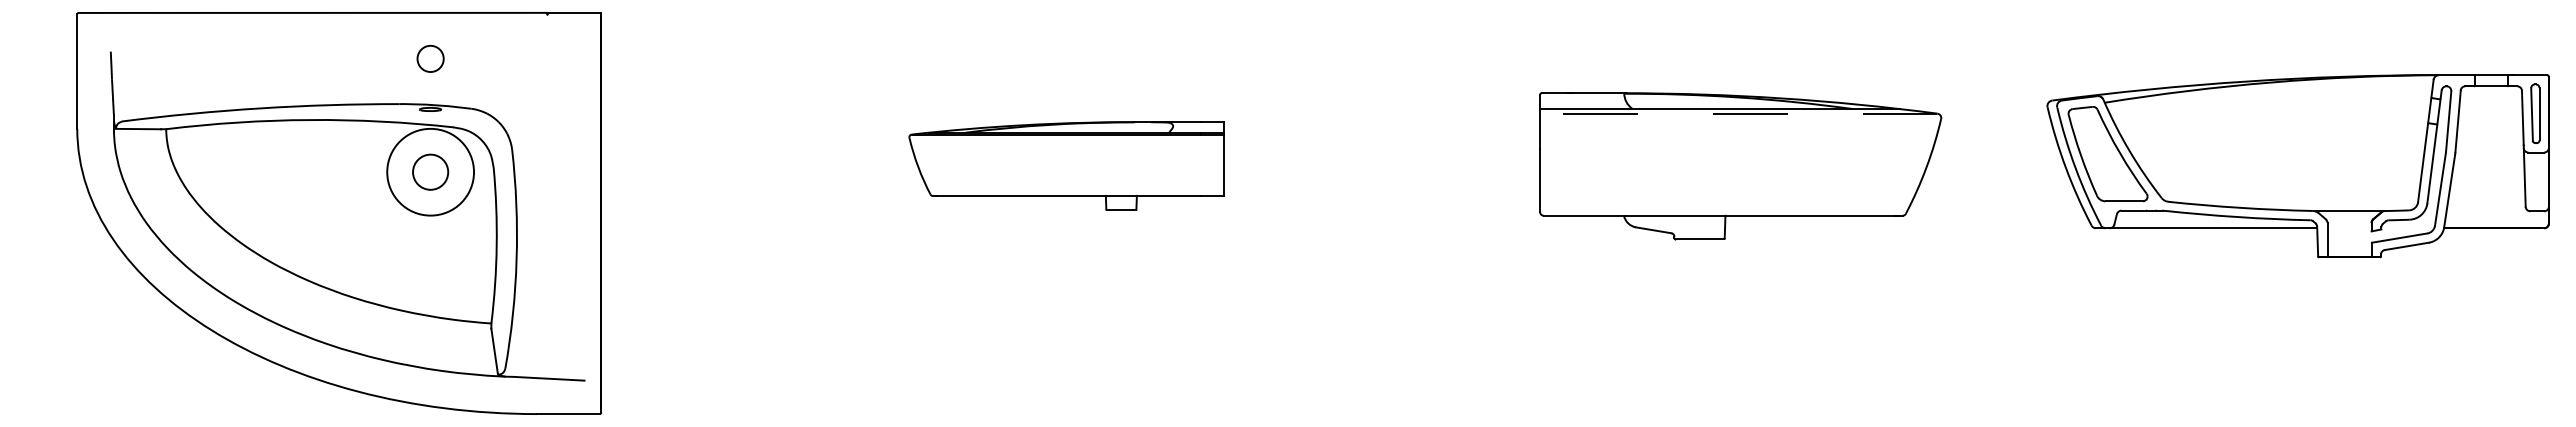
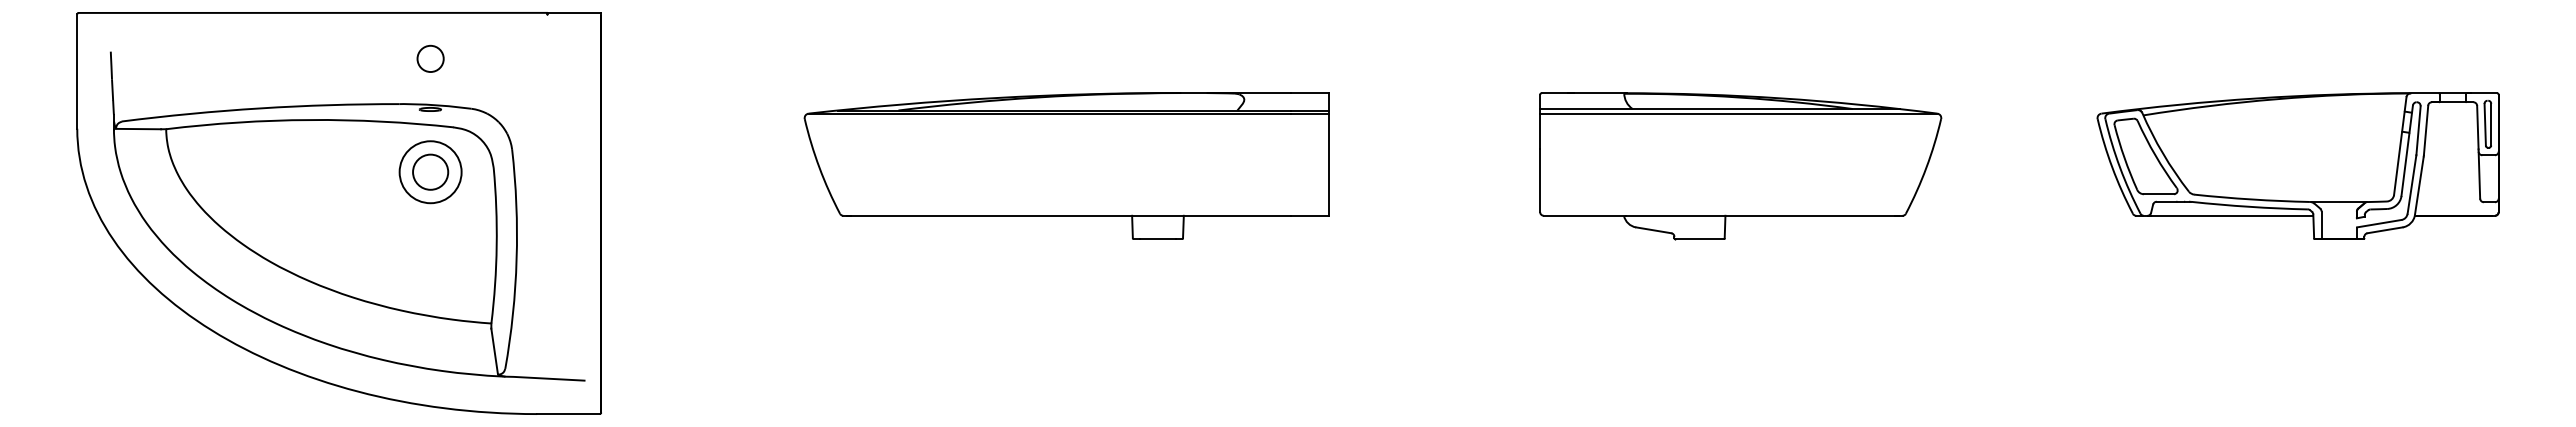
line at (1738, 113): dashed -> solid
part at (1066, 165) size: 317x90 px -> 527x148 px
part at (2297, 166) size: 504x185 px -> 404x148 px
circle at (430, 171) diameter: 87 px -> 62 px
